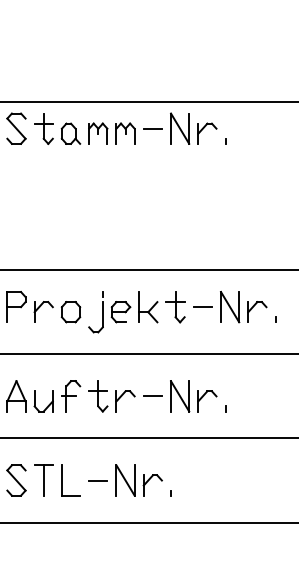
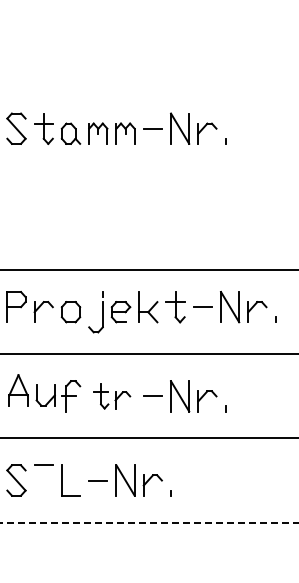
line at (148, 101): present -> none
part at (29, 396) position: (29, 396) -> (31, 390)
part at (111, 396) size: 48x33 px -> 39x27 px
line at (43, 480): present -> none
line at (149, 522): solid -> dashed
